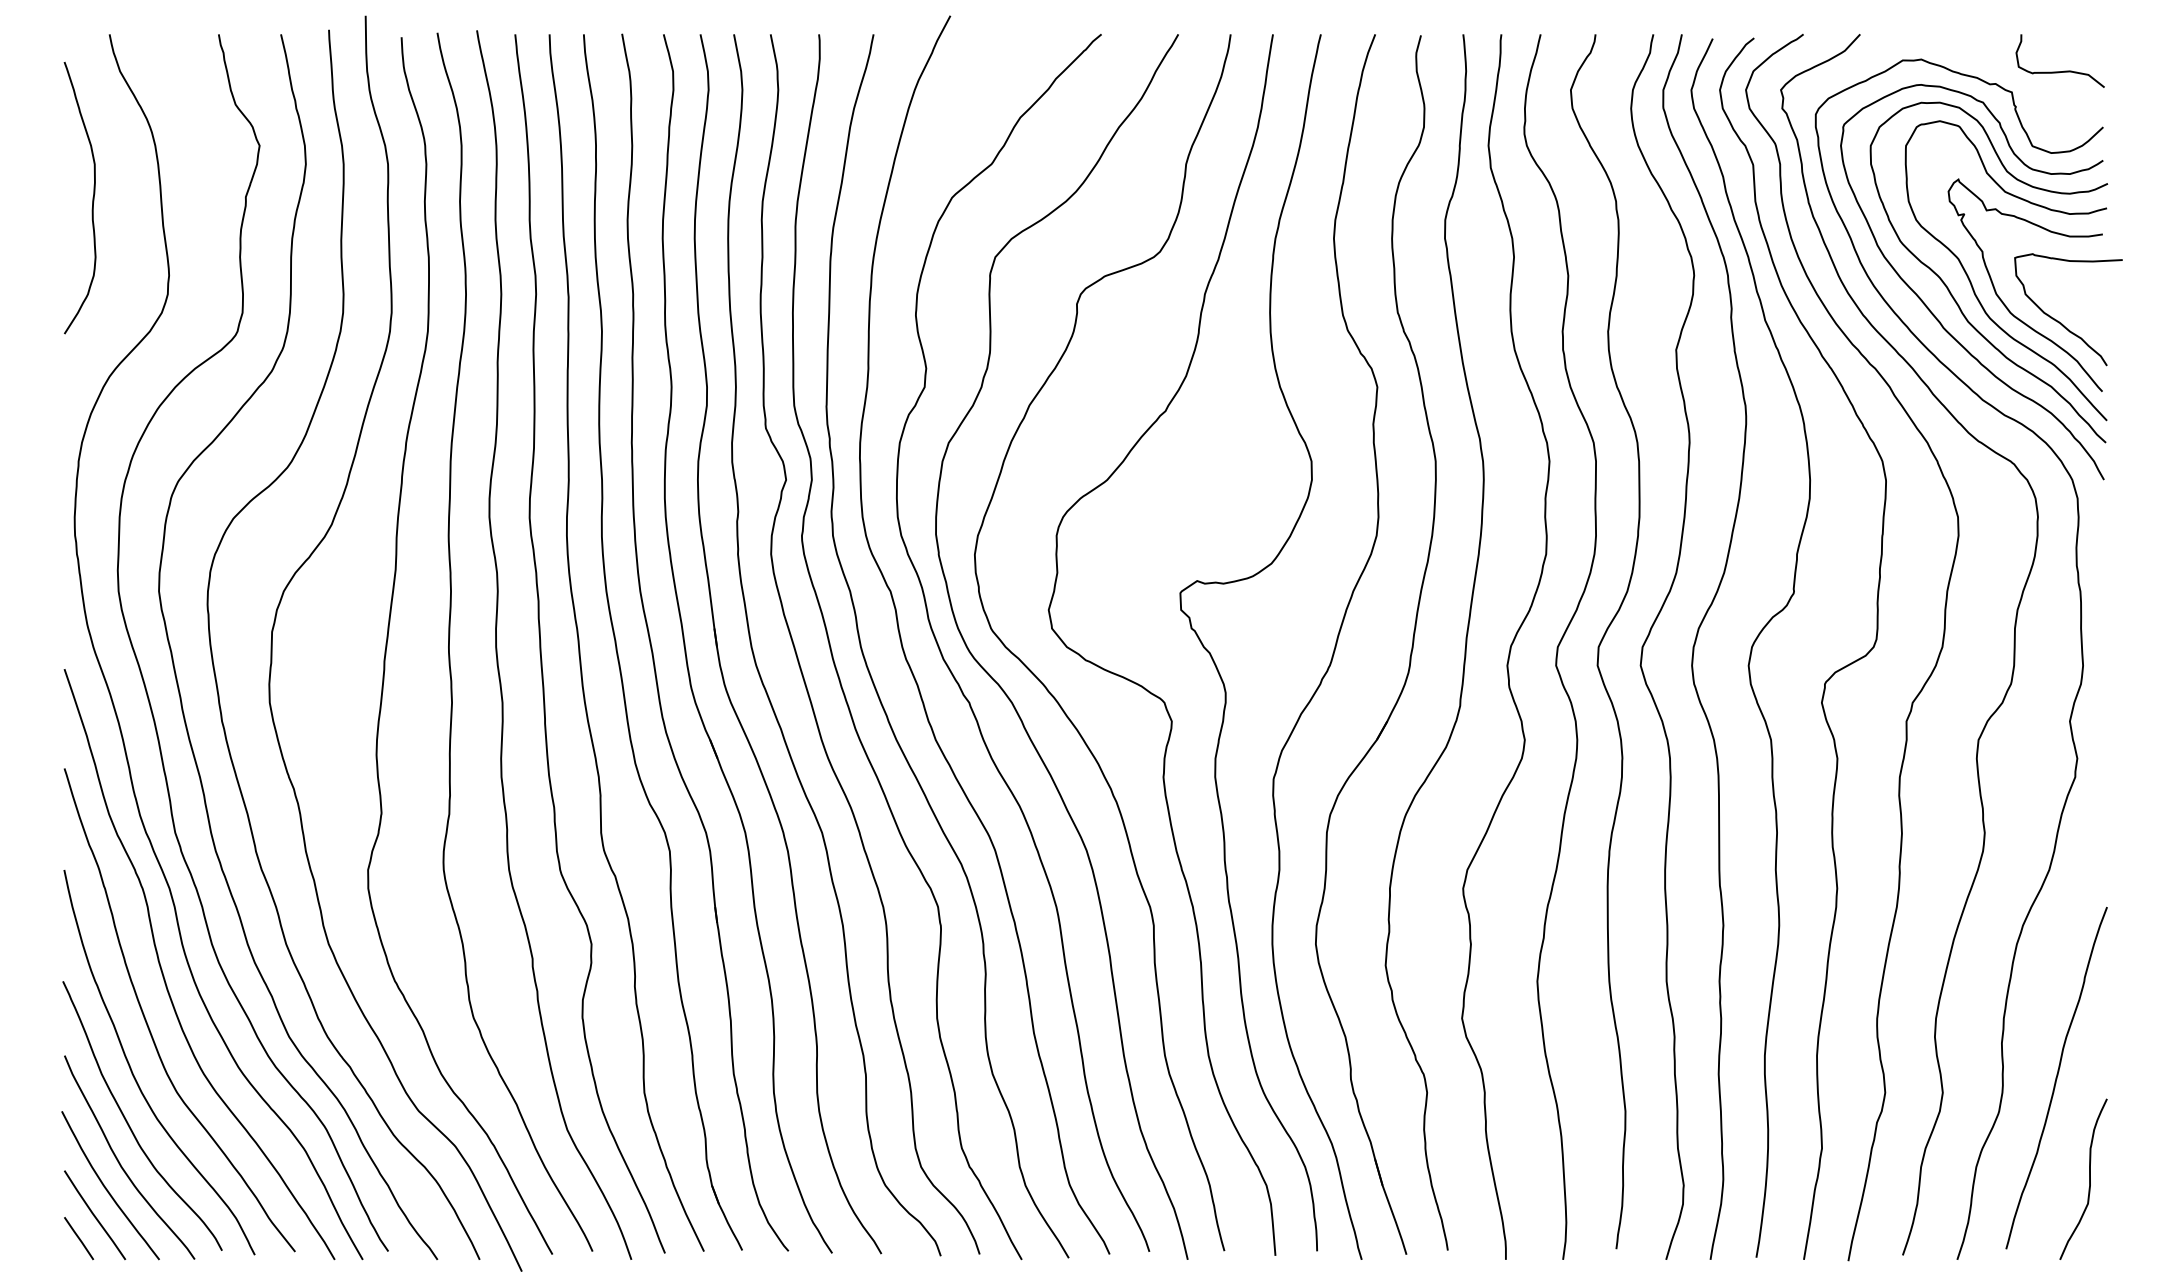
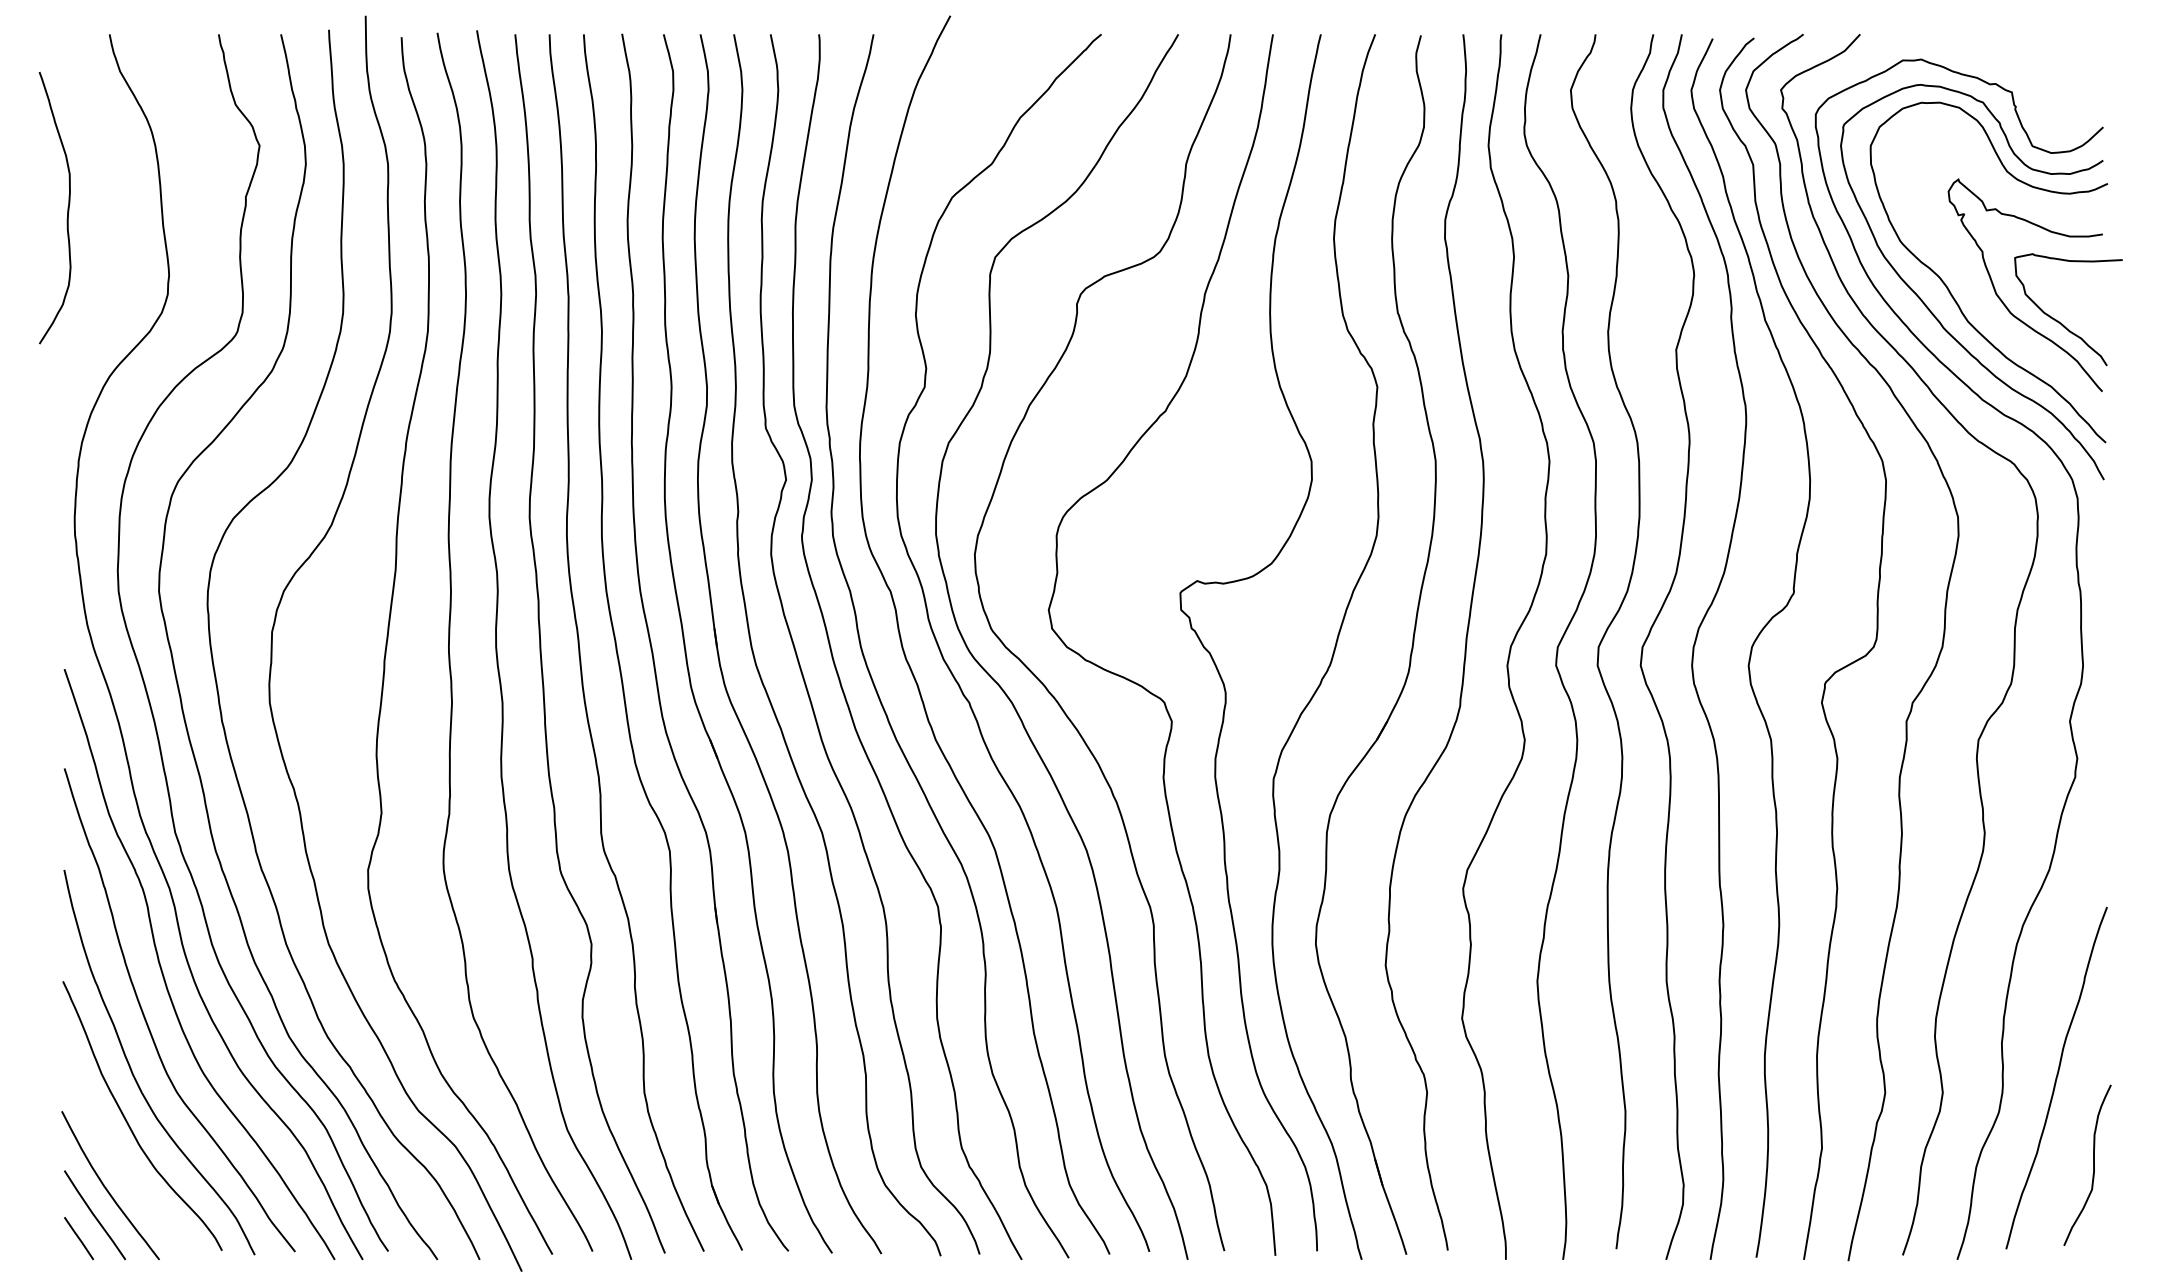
curve at (2059, 71): present -> none
curve at (92, 197) position: (92, 197) -> (67, 207)
curve at (1971, 281): present -> none
curve at (121, 1164): present -> none
curve at (2089, 1178) position: (2089, 1178) -> (2093, 1164)
